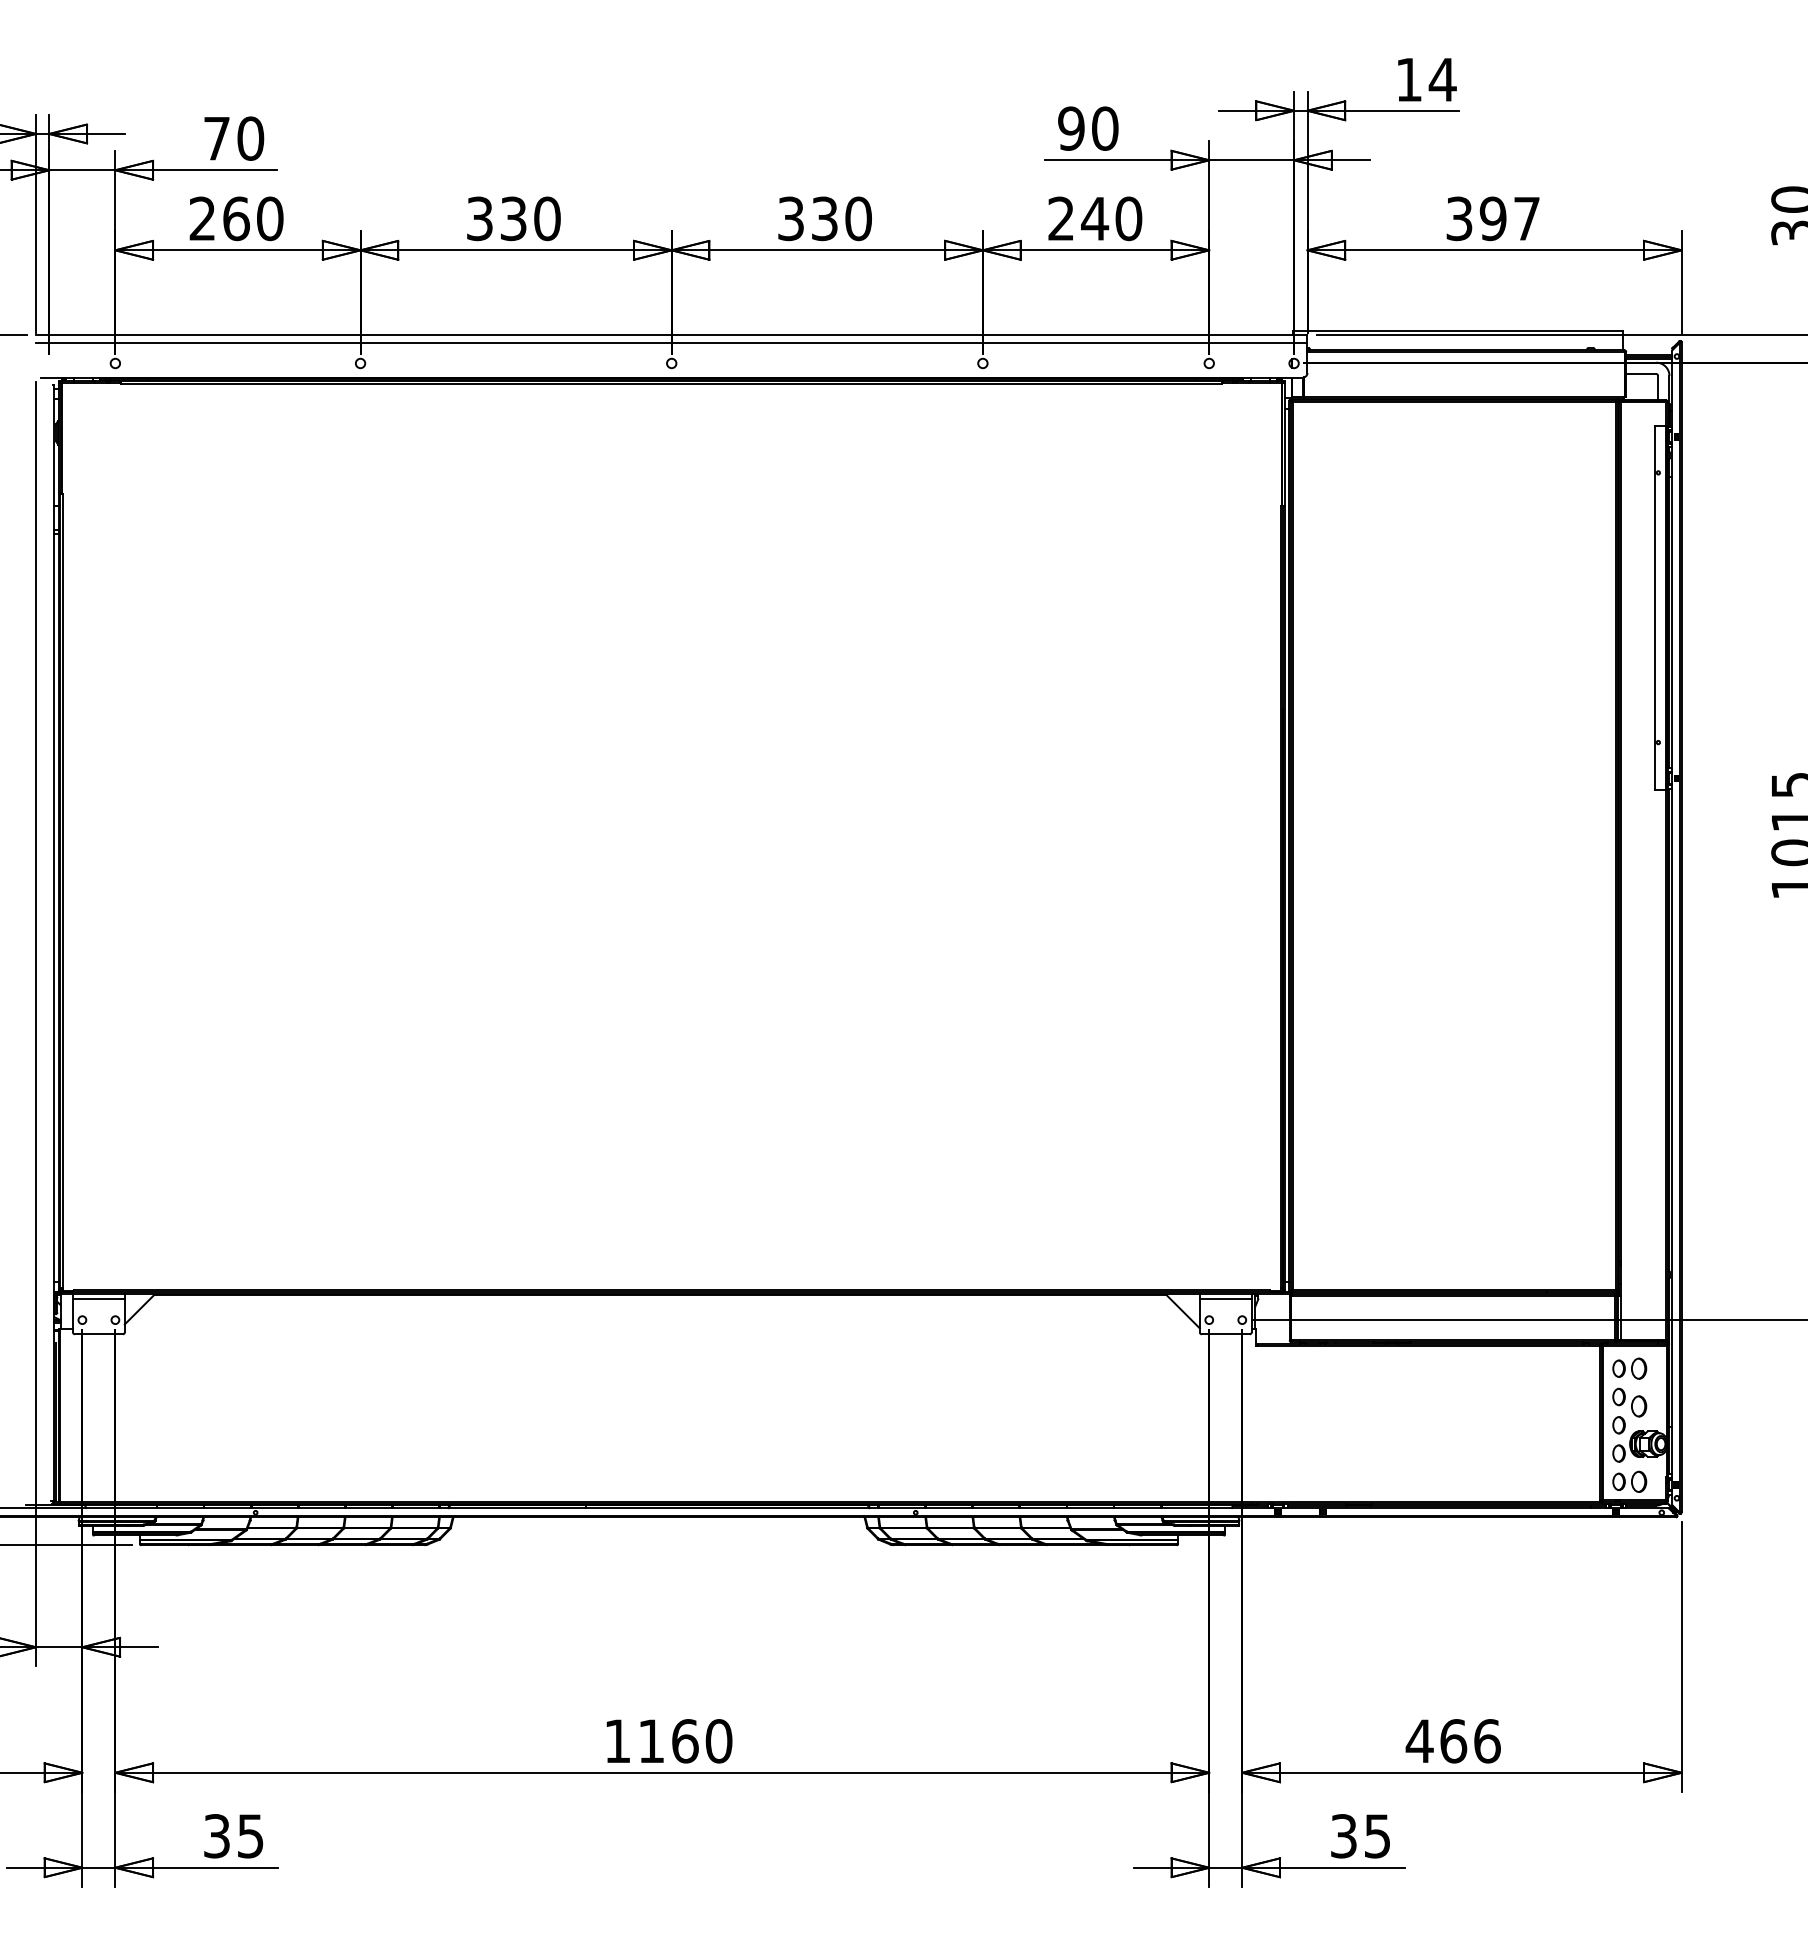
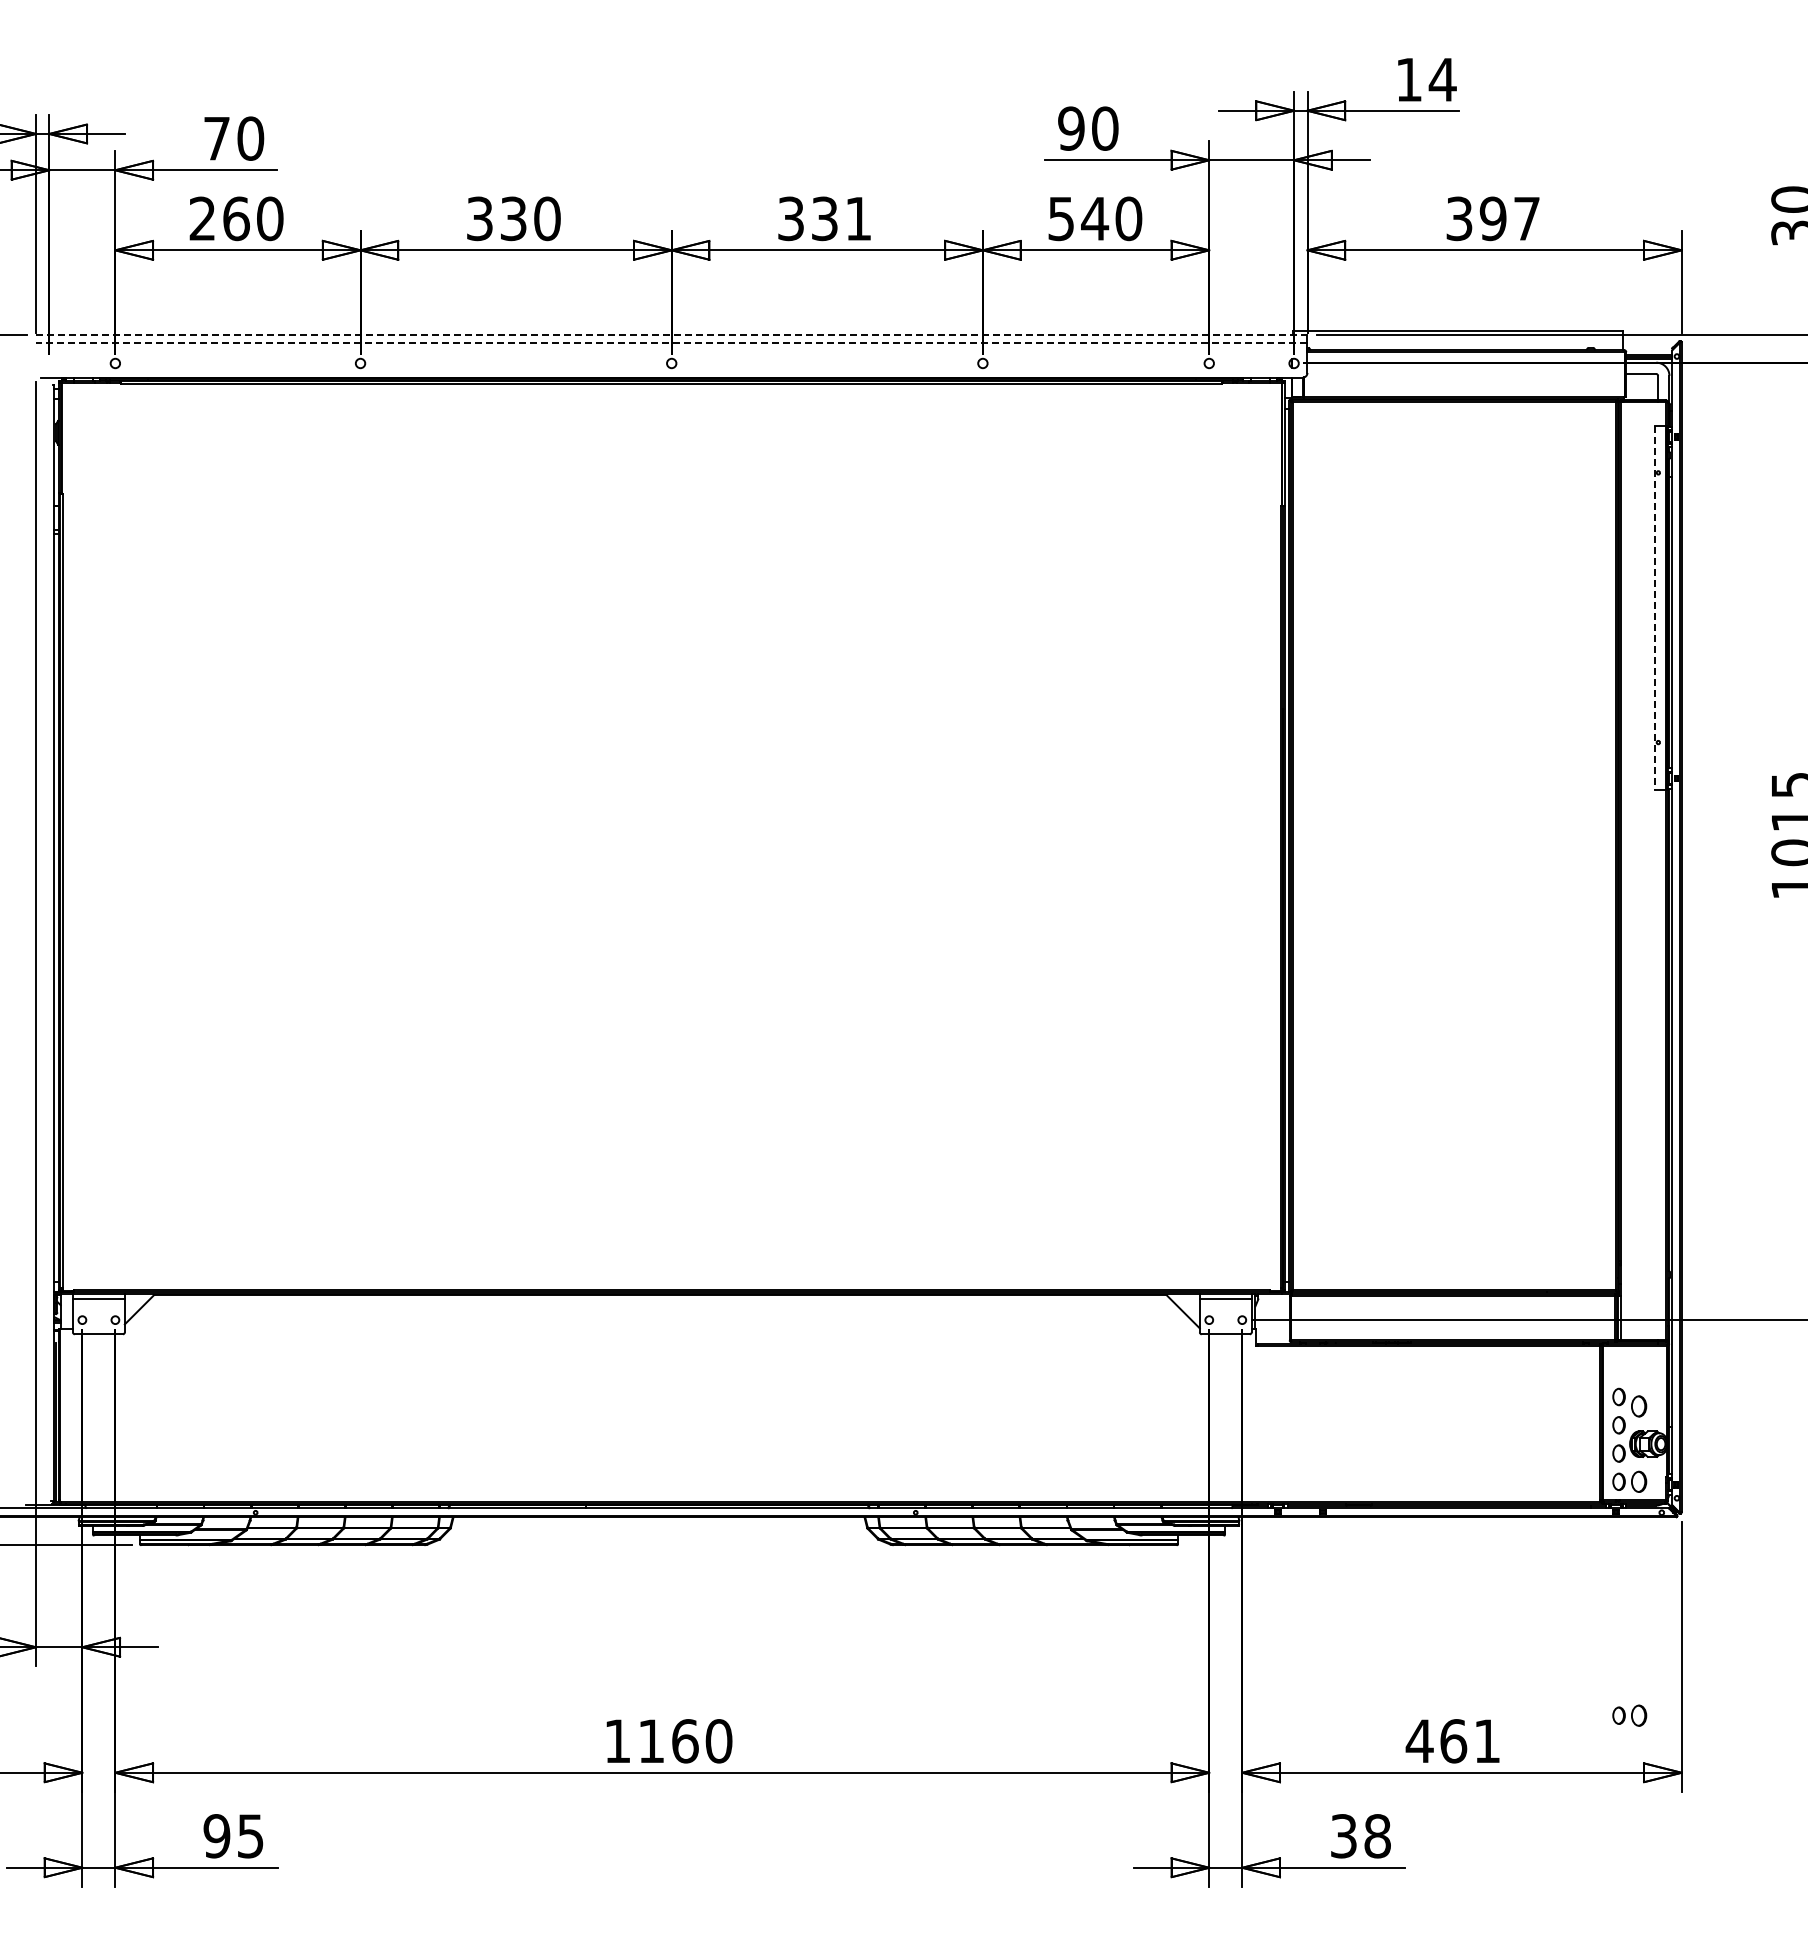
text at (858, 218): 330 -> 331
text at (1060, 218): 240 -> 540
line at (671, 335): solid -> dashed
line at (671, 342): solid -> dashed
line at (1654, 607): solid -> dashed
part at (1629, 1368) position: (1629, 1368) -> (1629, 1715)
text at (1487, 1741): 466 -> 461
text at (216, 1836): 35 -> 95
text at (1377, 1836): 35 -> 38
